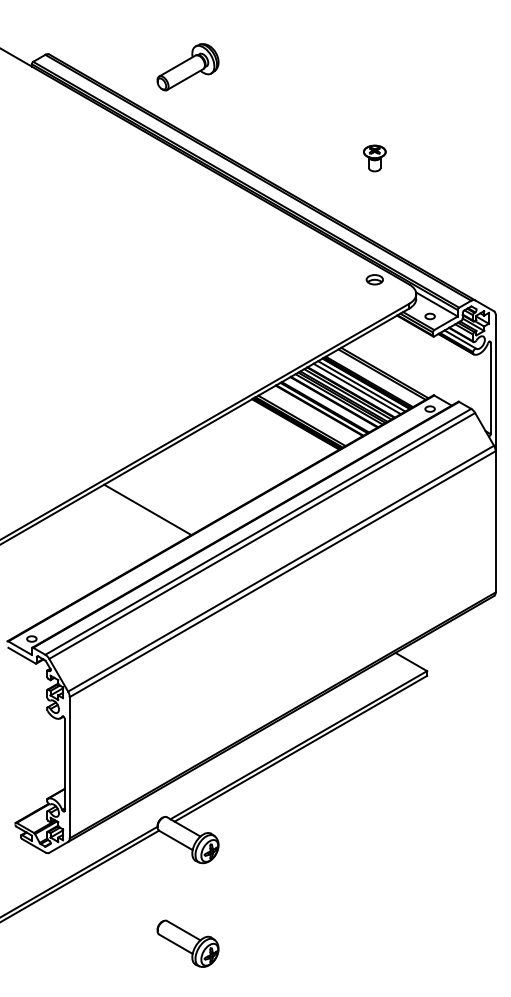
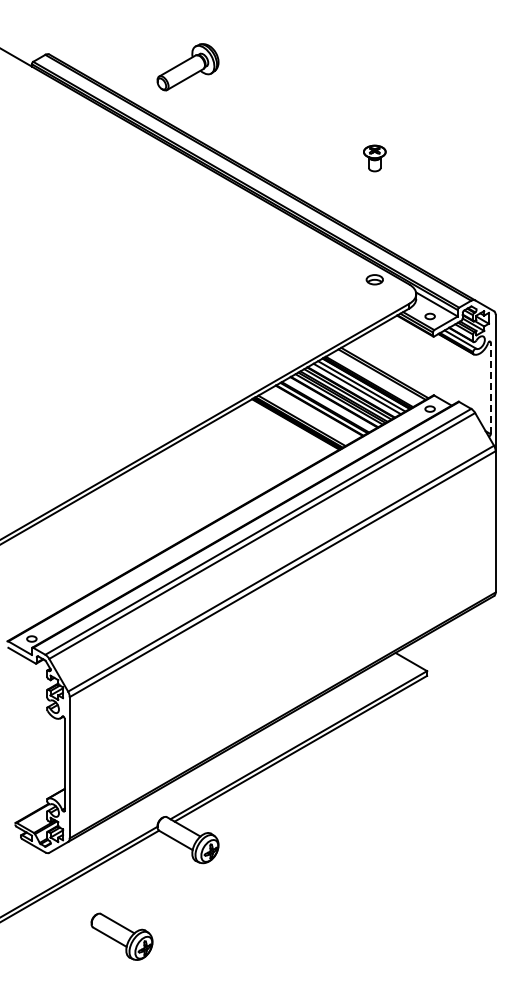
line at (490, 388): solid -> dashed
line at (147, 509): present -> none
part at (187, 943) position: (187, 943) -> (121, 936)
